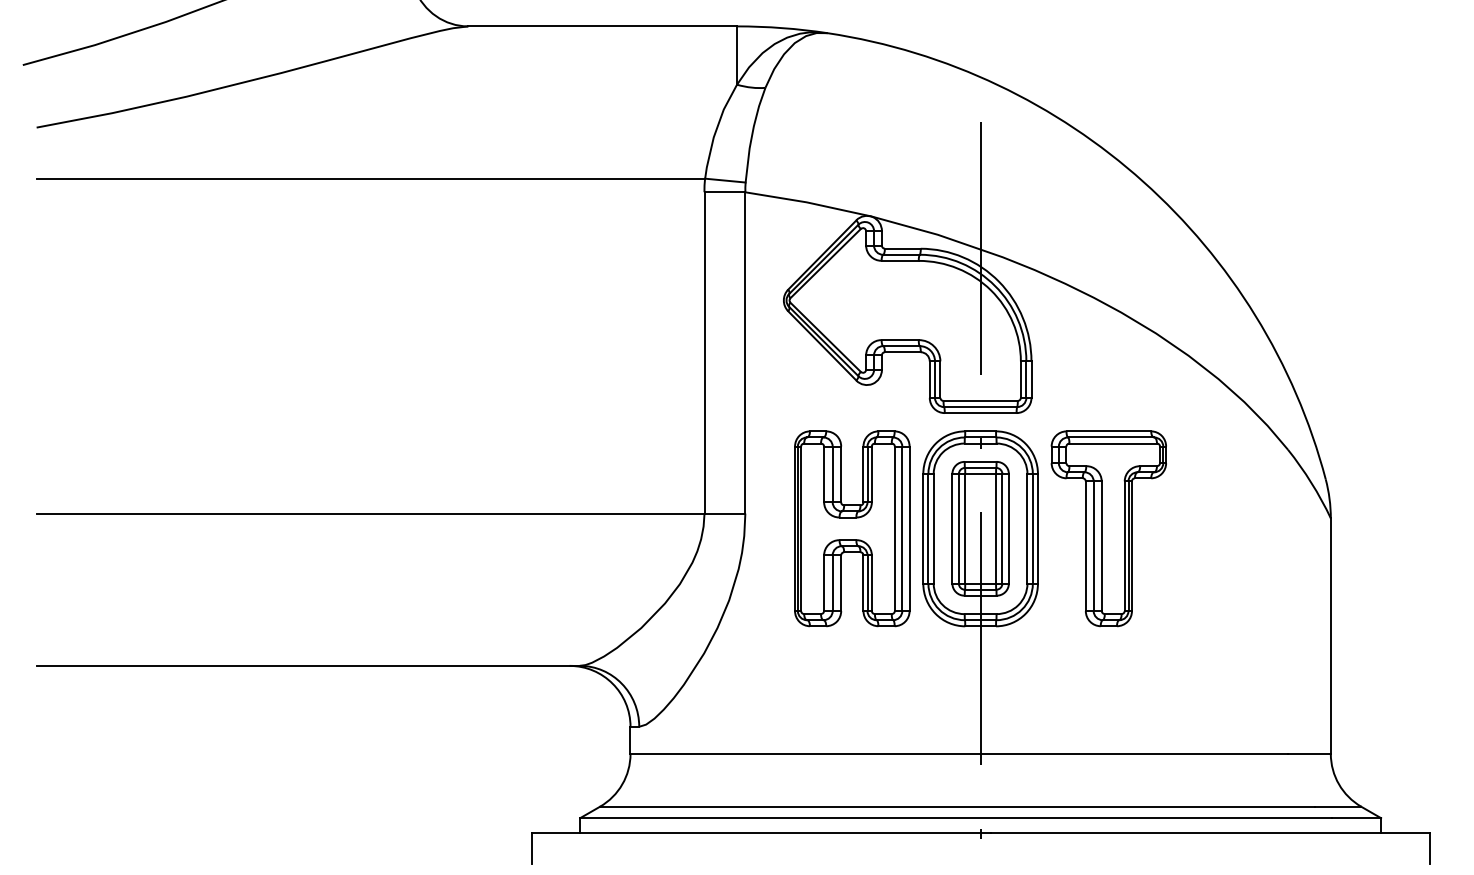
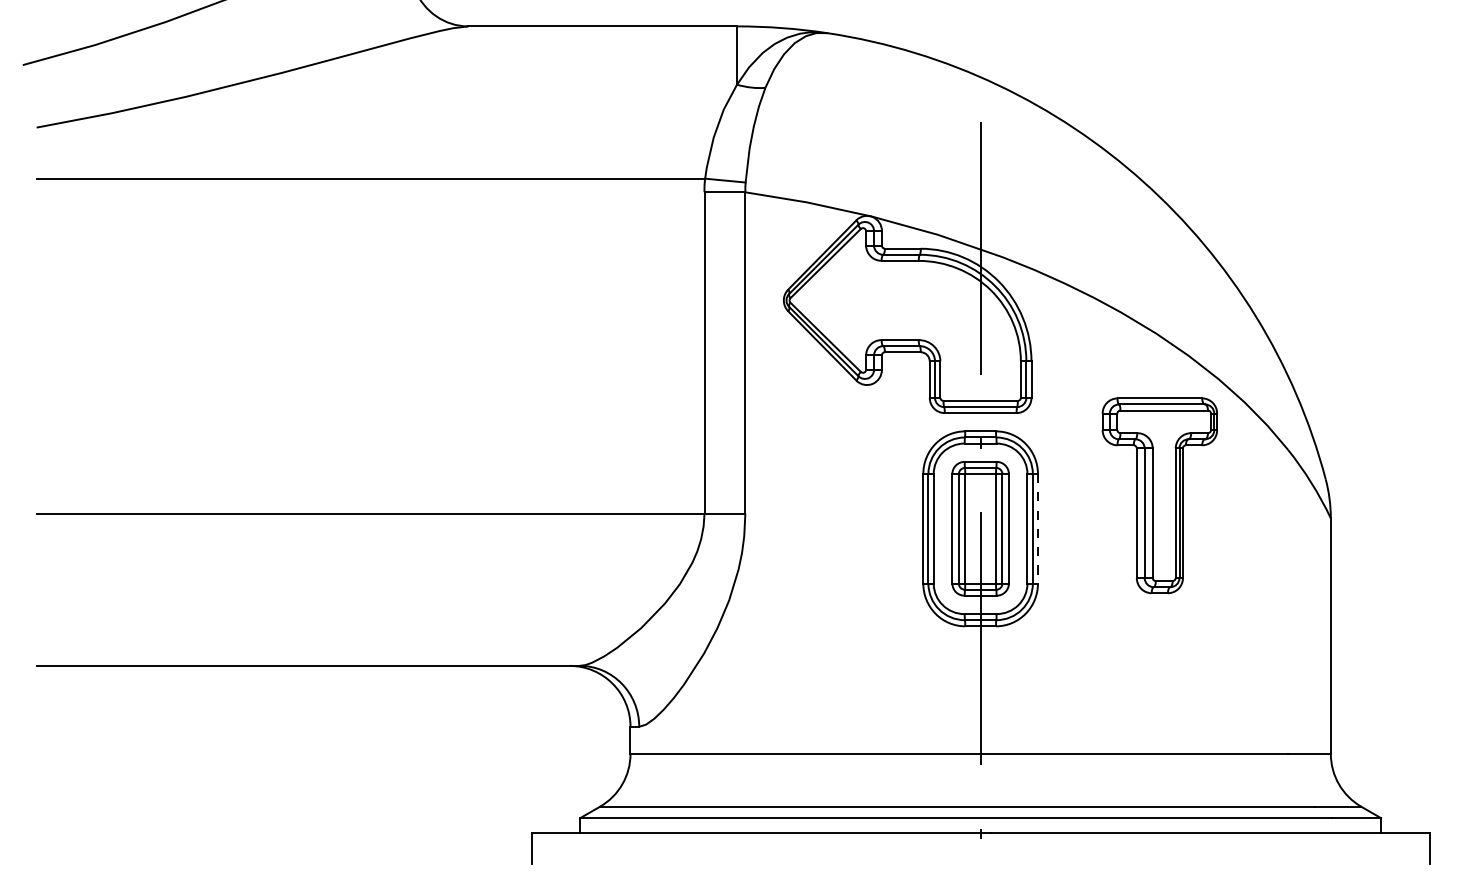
part at (852, 528): present -> none
line at (1037, 528): solid -> dashed
part at (1108, 528) position: (1108, 528) -> (1159, 495)
